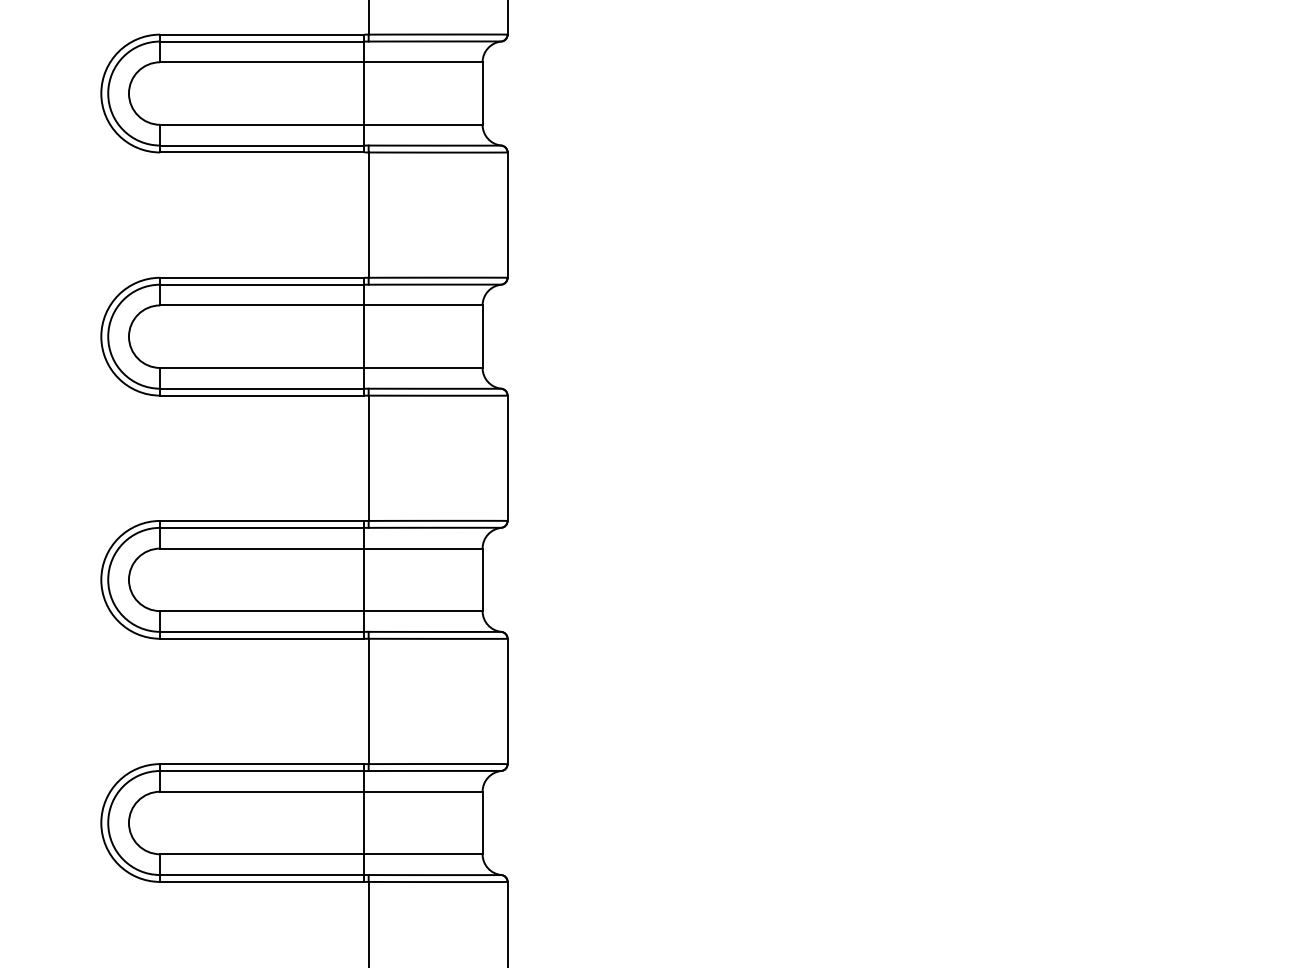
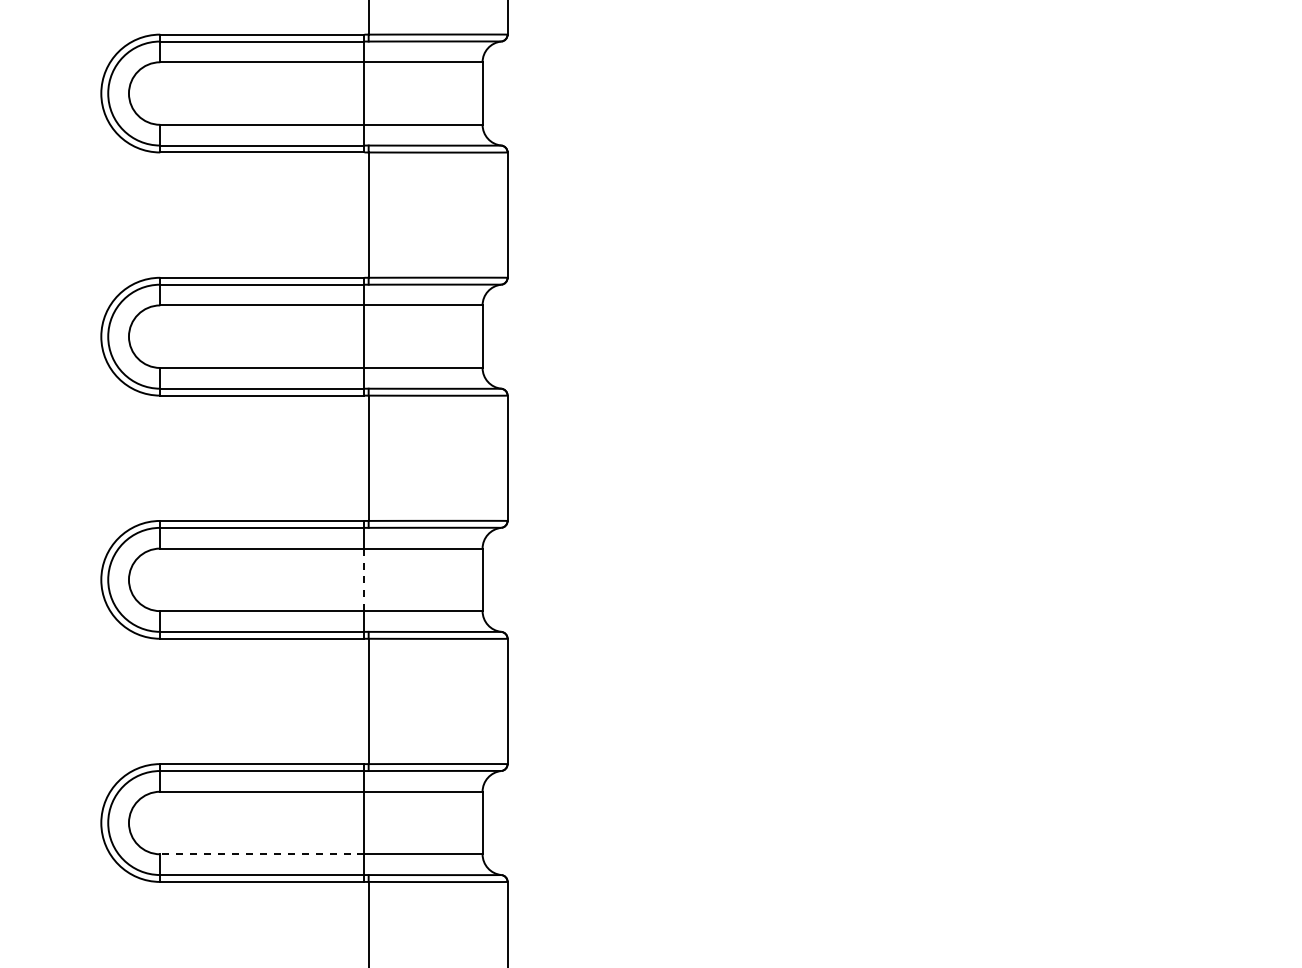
line at (364, 580): solid -> dashed
line at (261, 854): solid -> dashed
